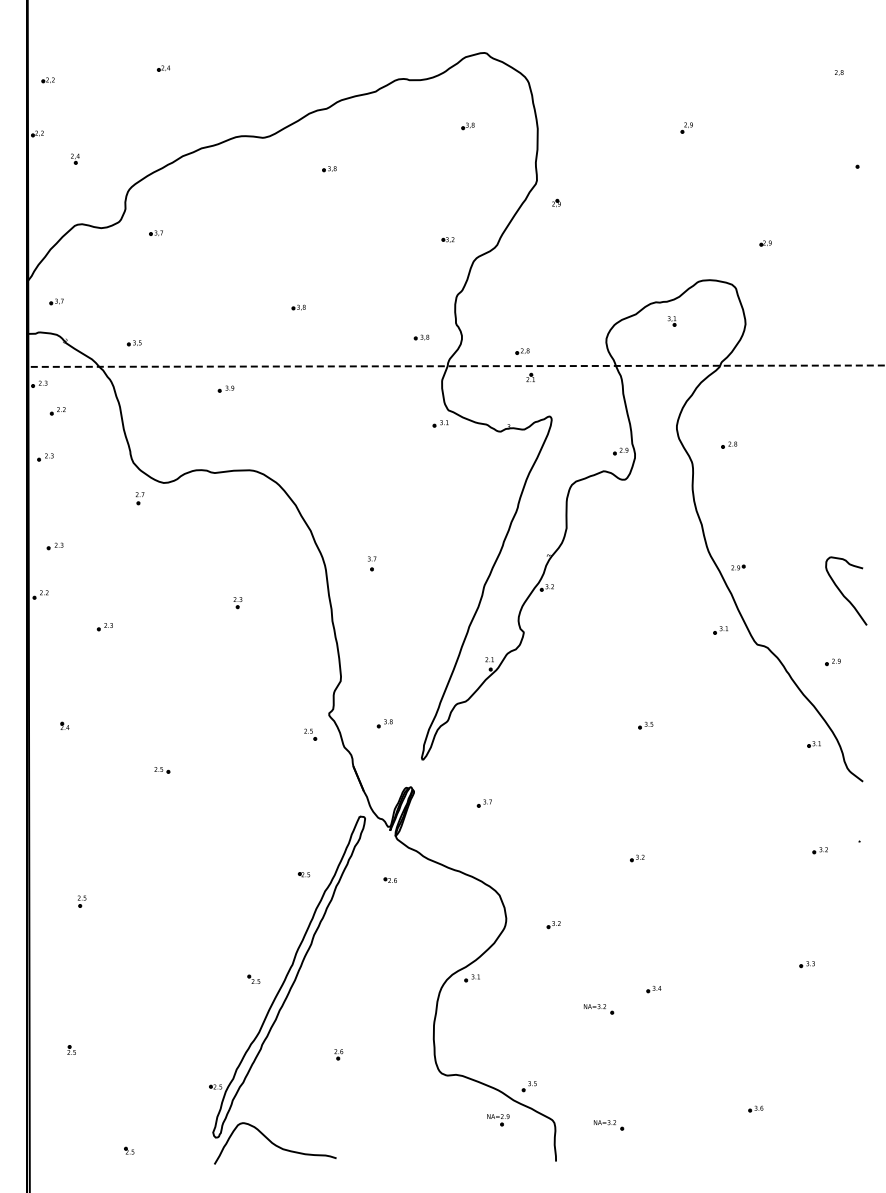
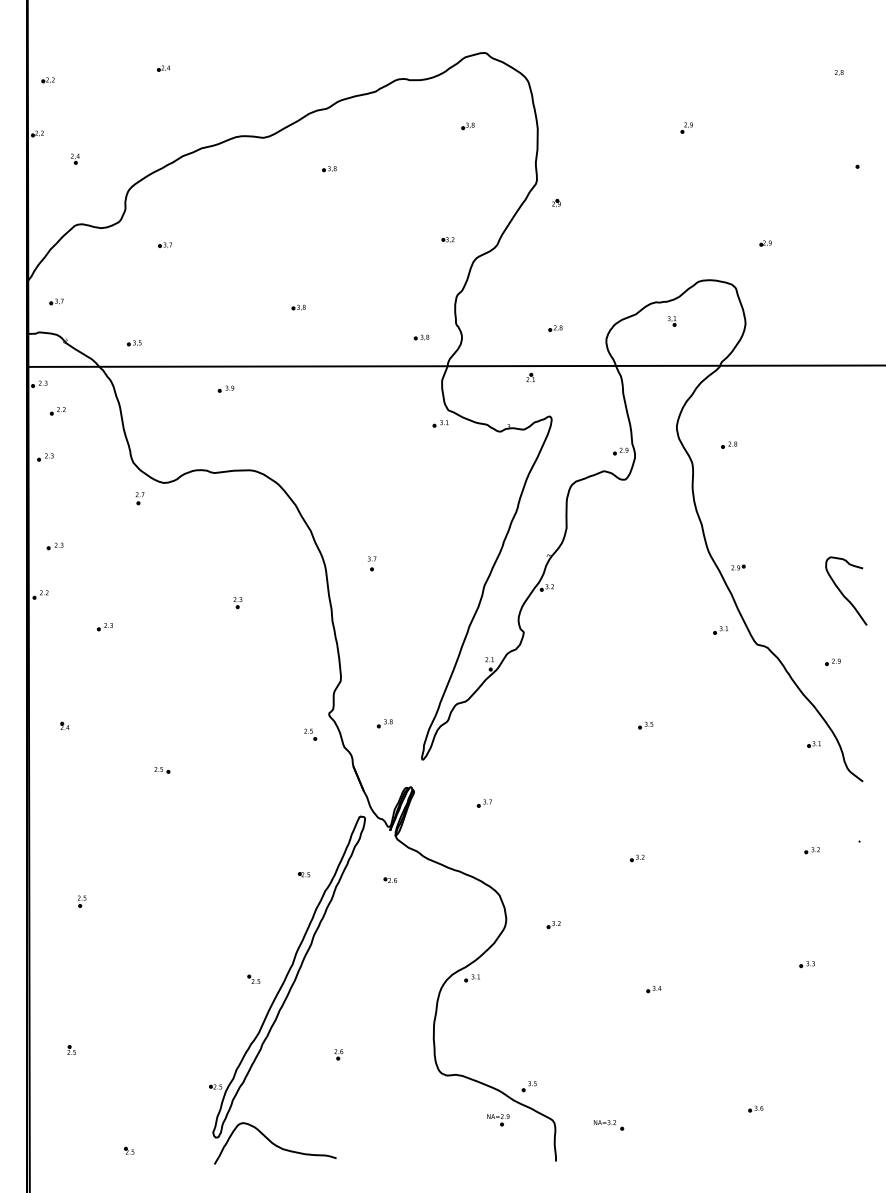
part at (155, 232) position: (155, 232) -> (164, 244)
part at (522, 351) position: (522, 351) -> (555, 328)
line at (456, 366): dashed -> solid
part at (819, 850) position: (819, 850) -> (811, 850)
part at (598, 1009): present -> none
